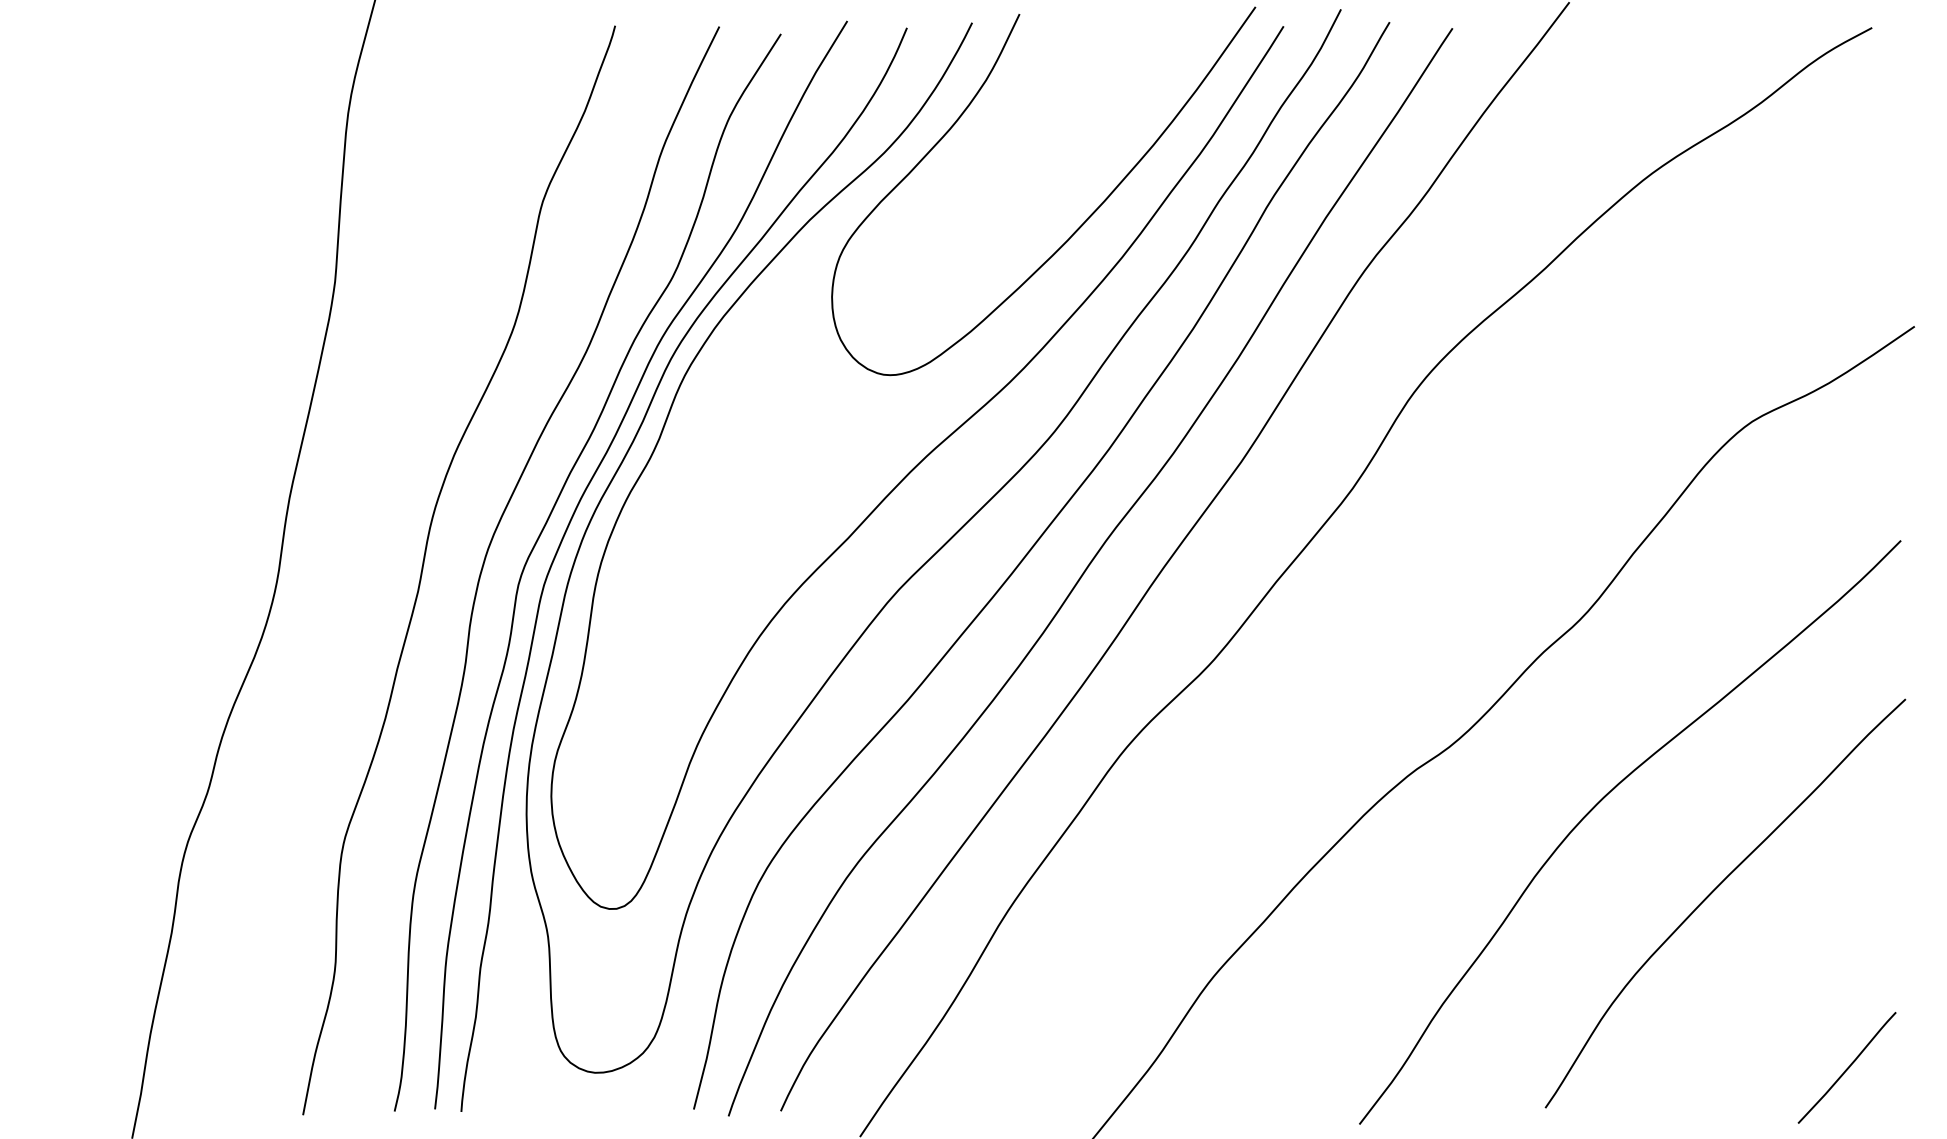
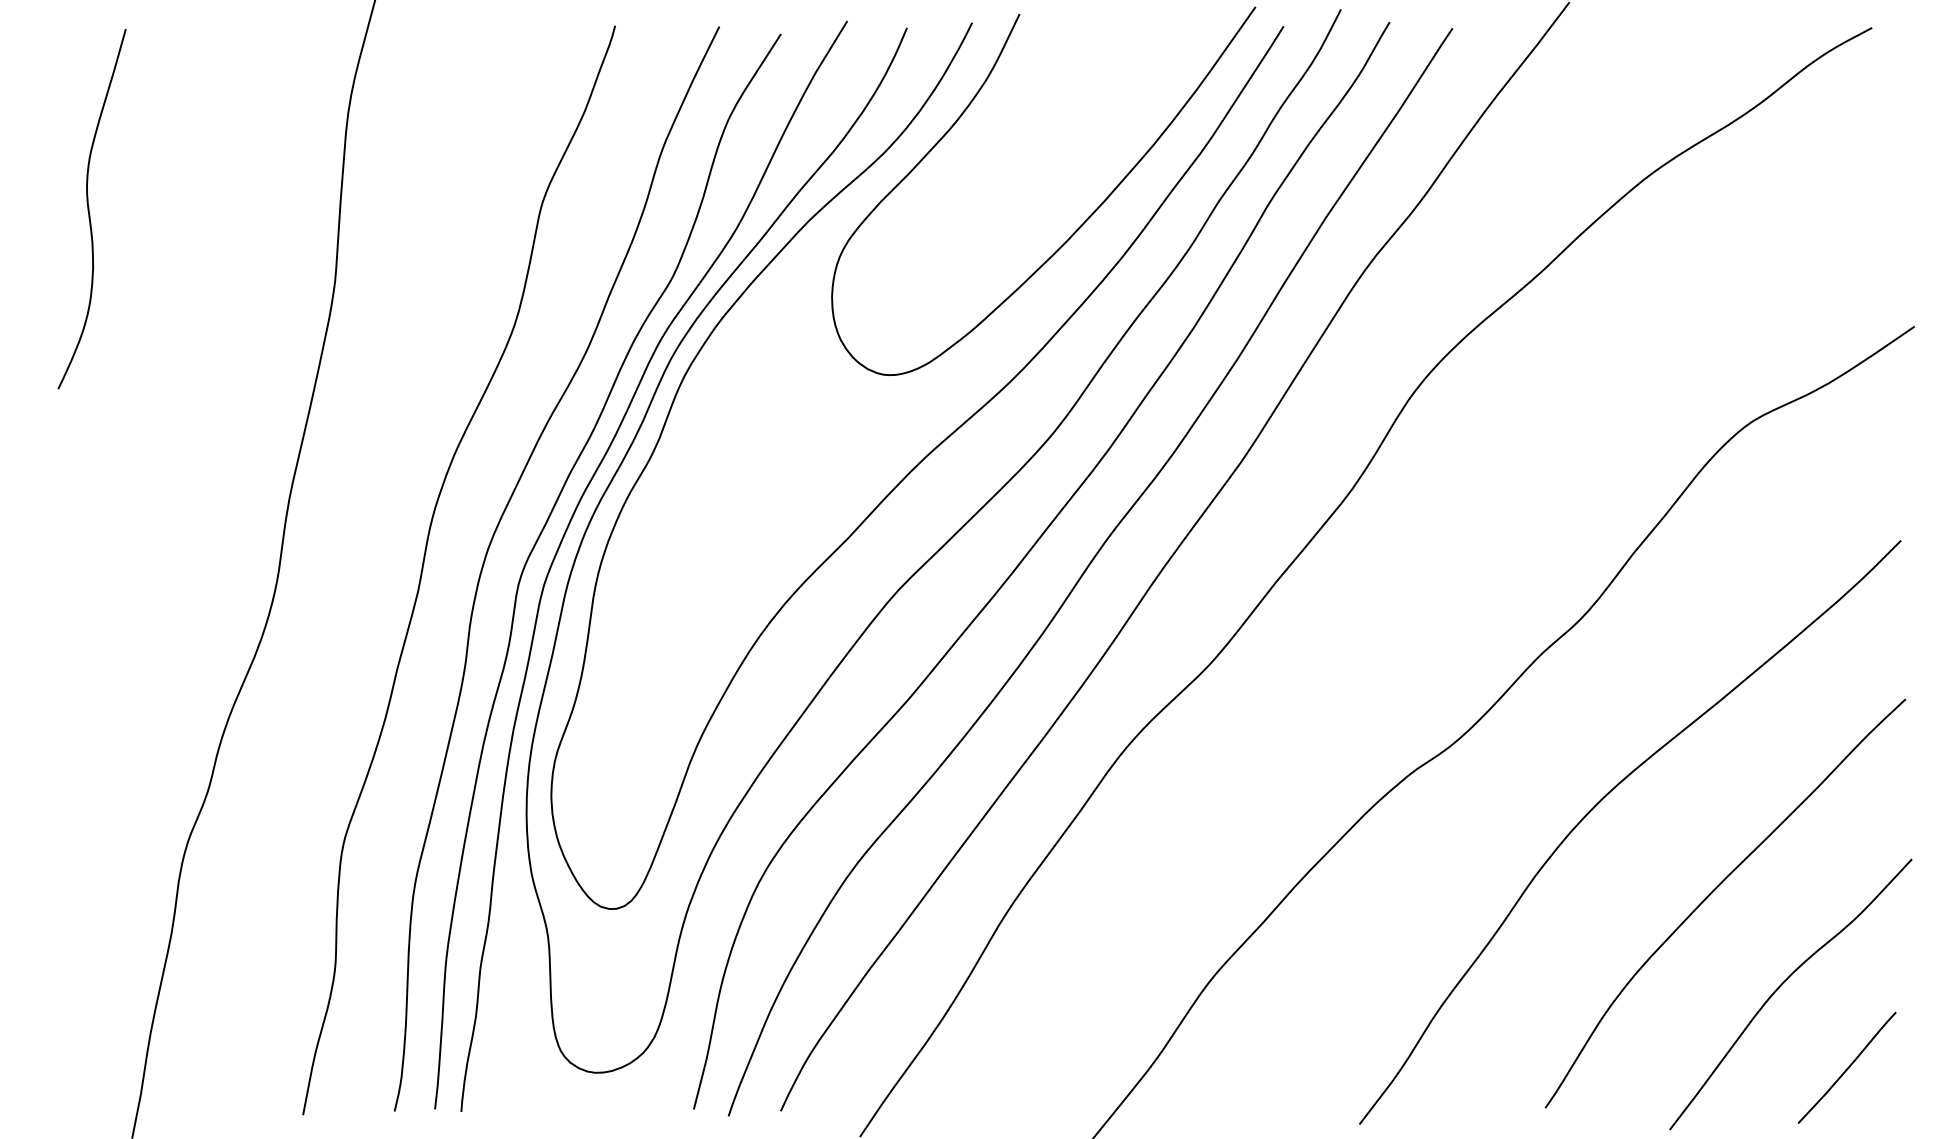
curve at (89, 209): none -> present
curve at (1782, 985): none -> present
